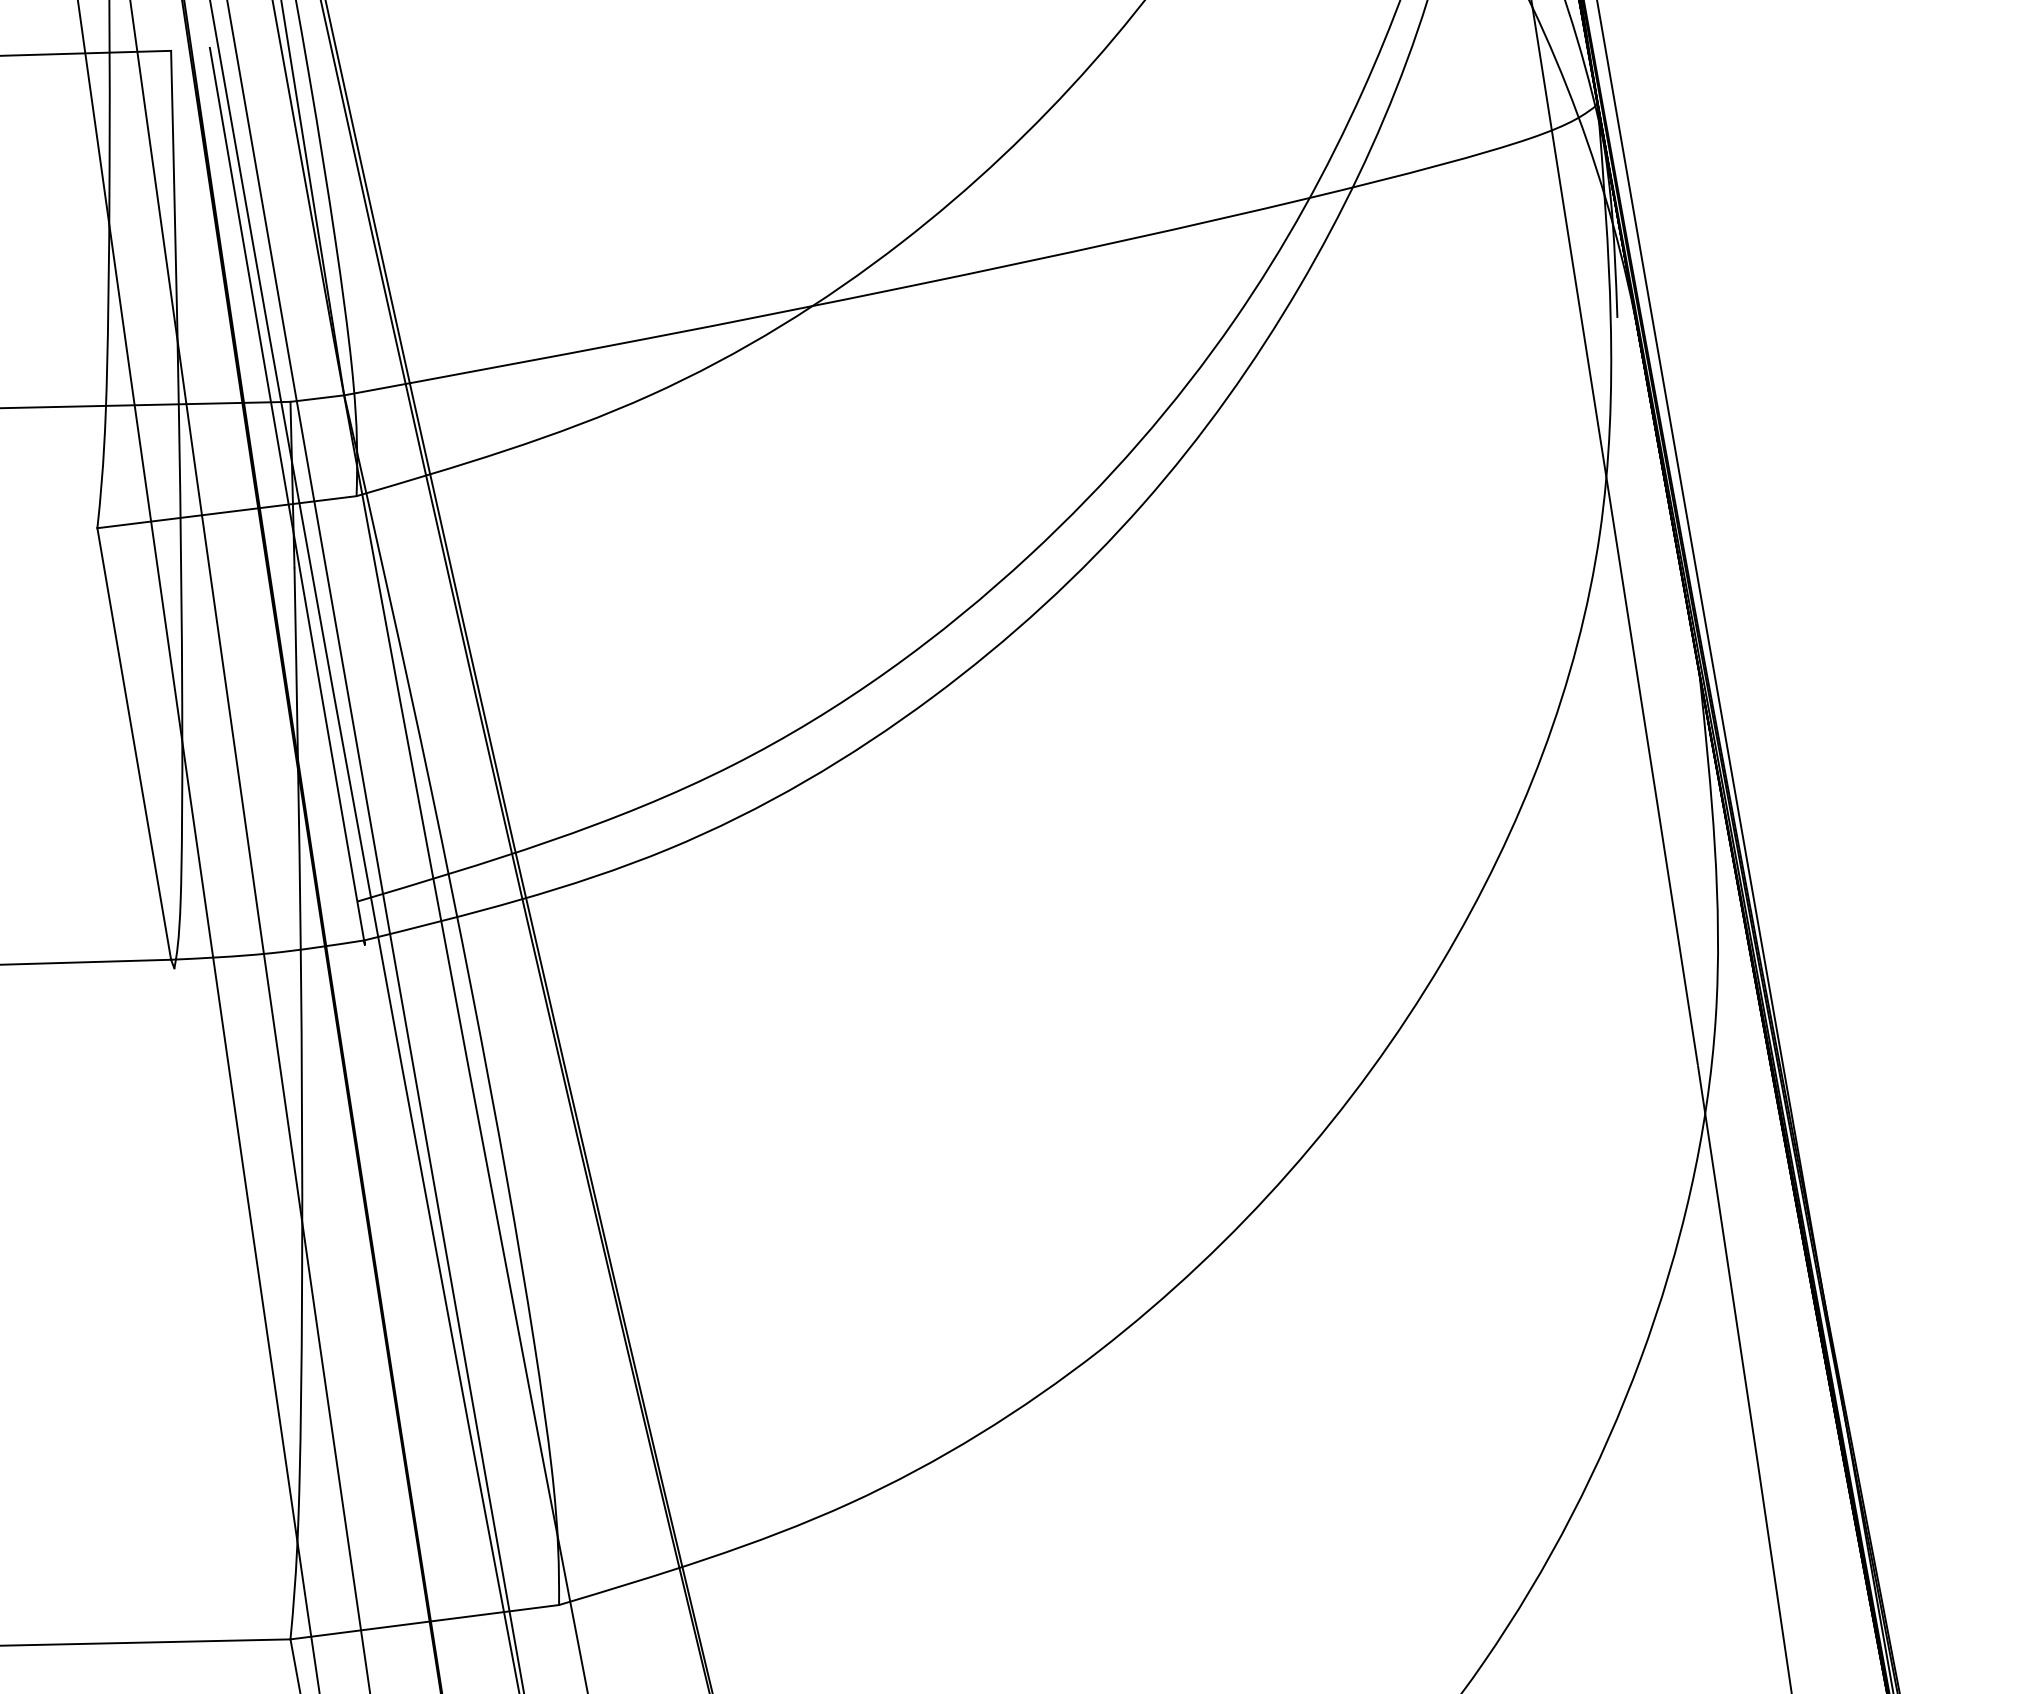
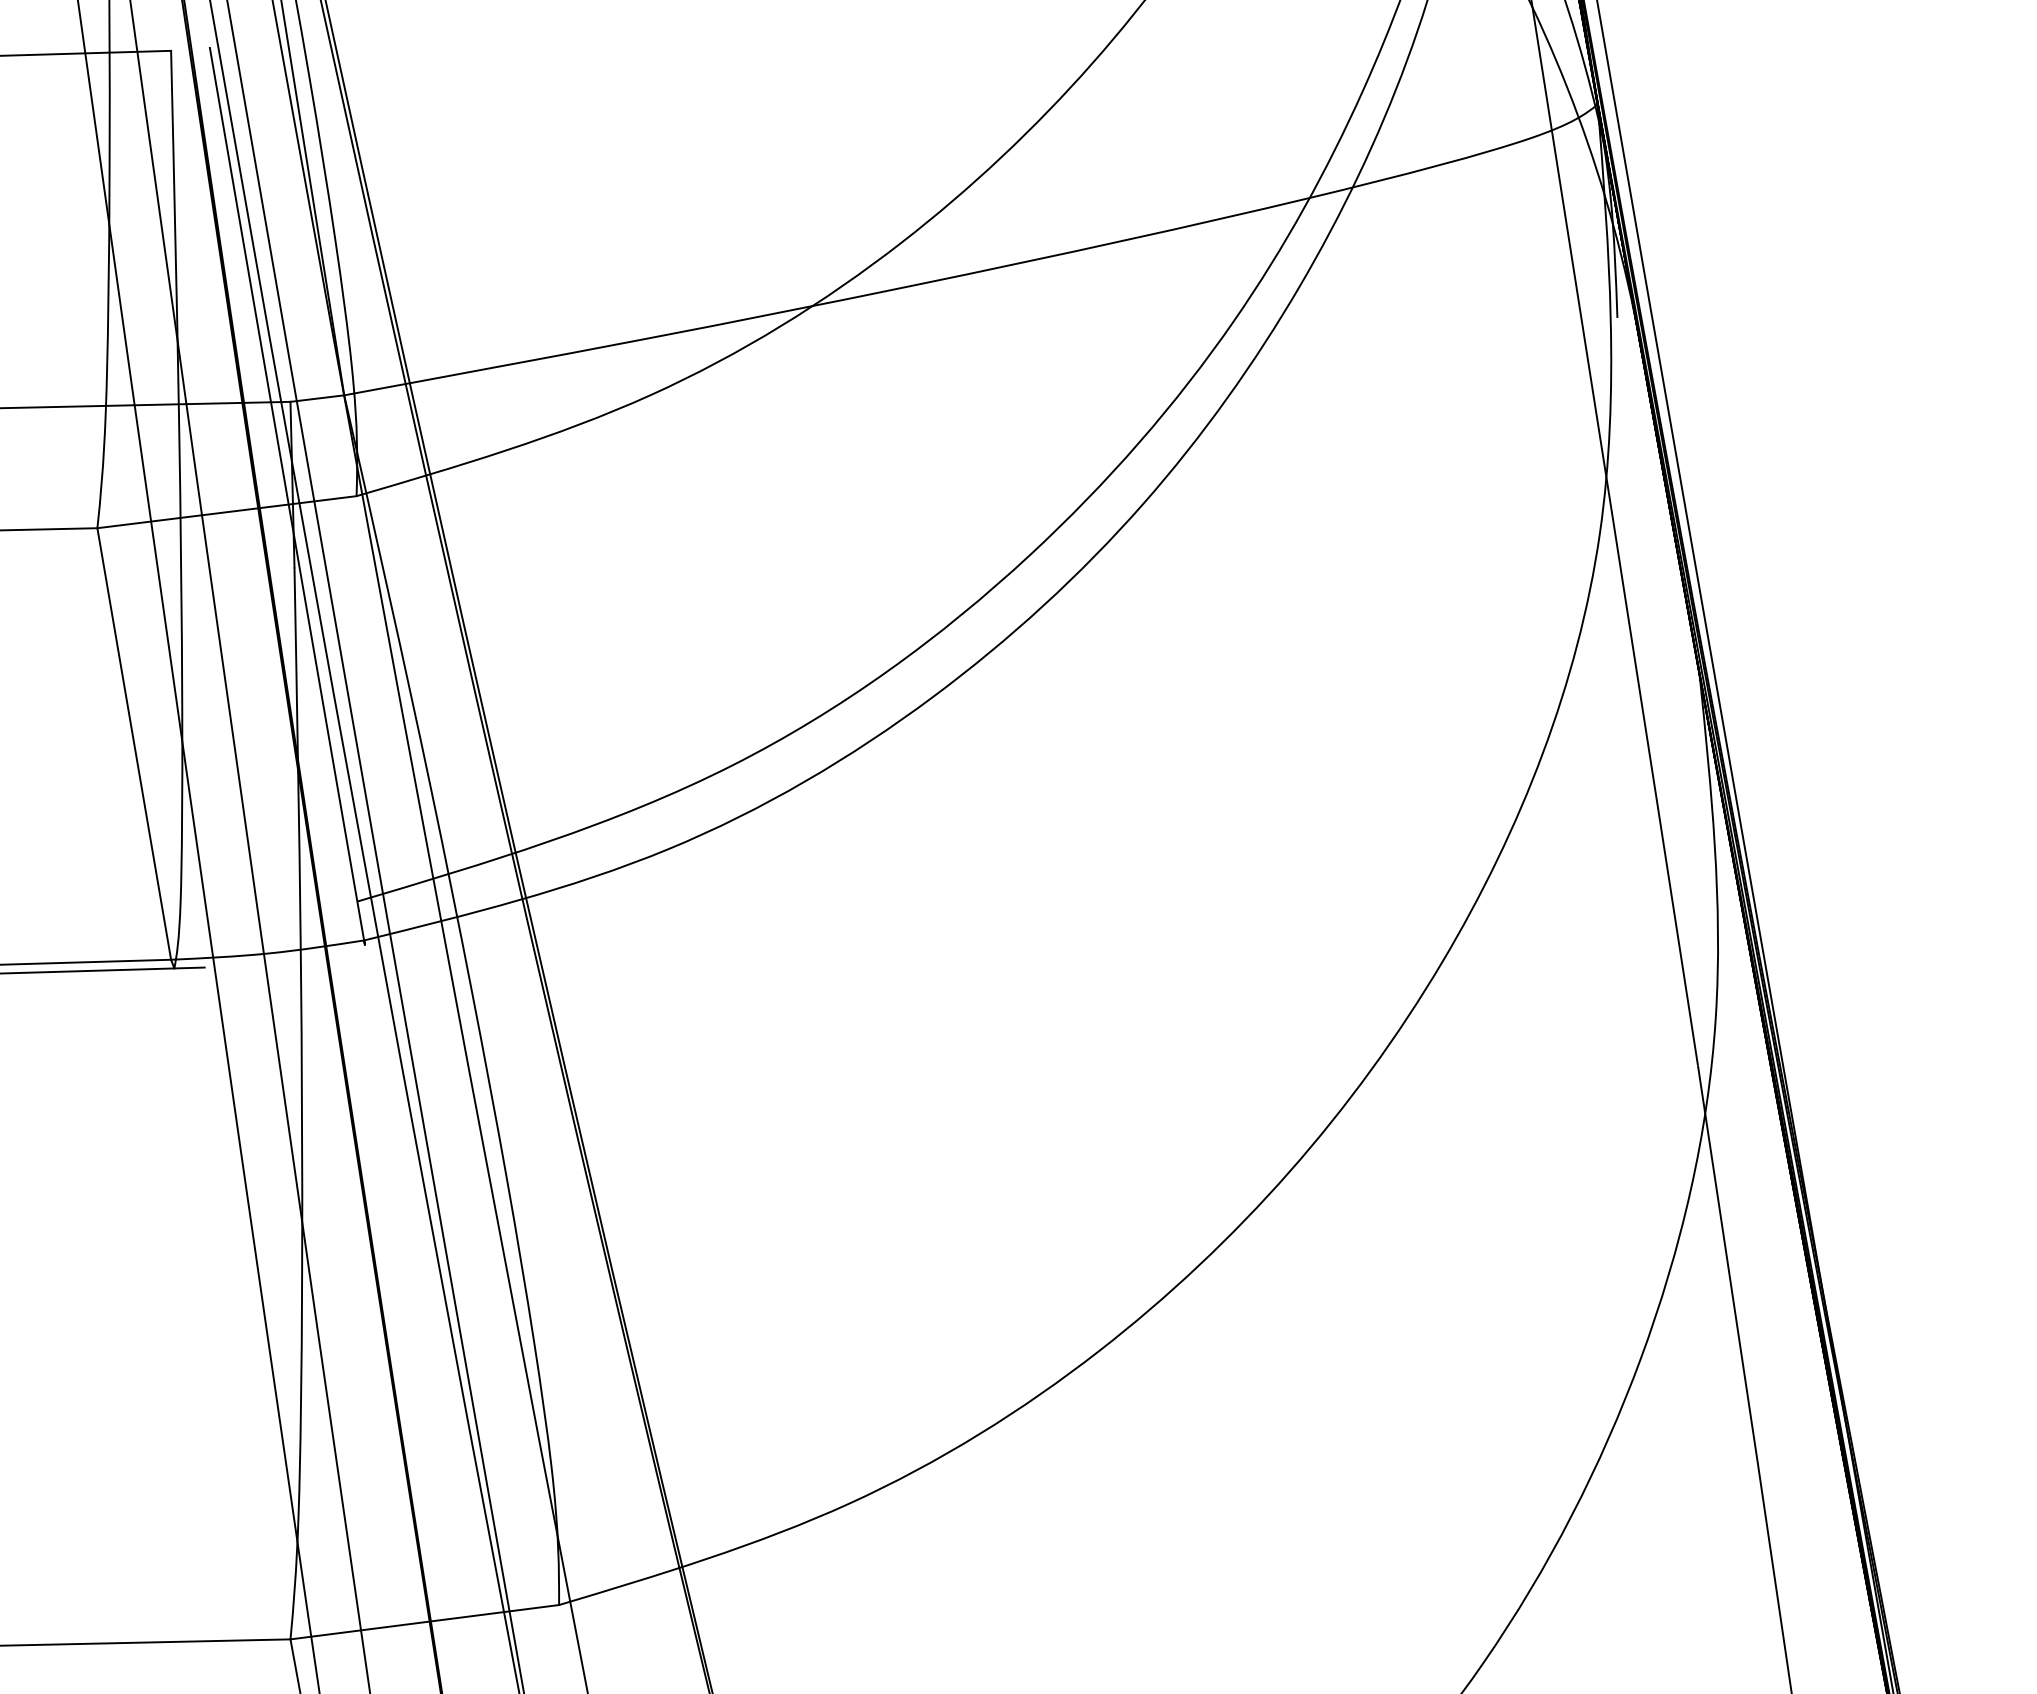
line at (49, 529): none -> present
line at (103, 970): none -> present
